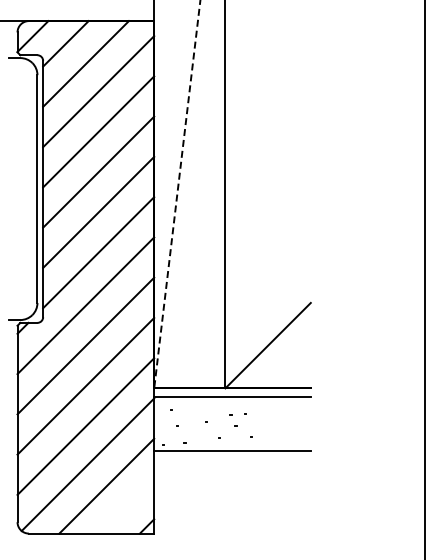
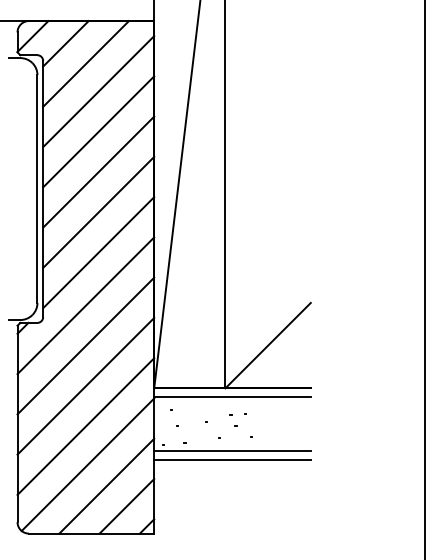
line at (177, 195): dashed -> solid
line at (232, 459): none -> present
line at (126, 506): none -> present
